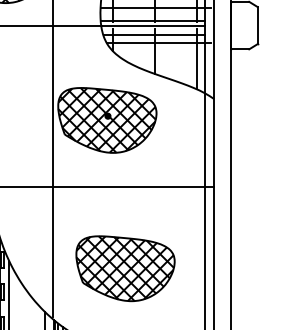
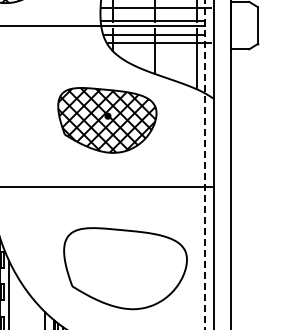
line at (52, 159): present -> none
line at (204, 164): solid -> dashed
part at (125, 268) size: 101x68 px -> 125x84 px
